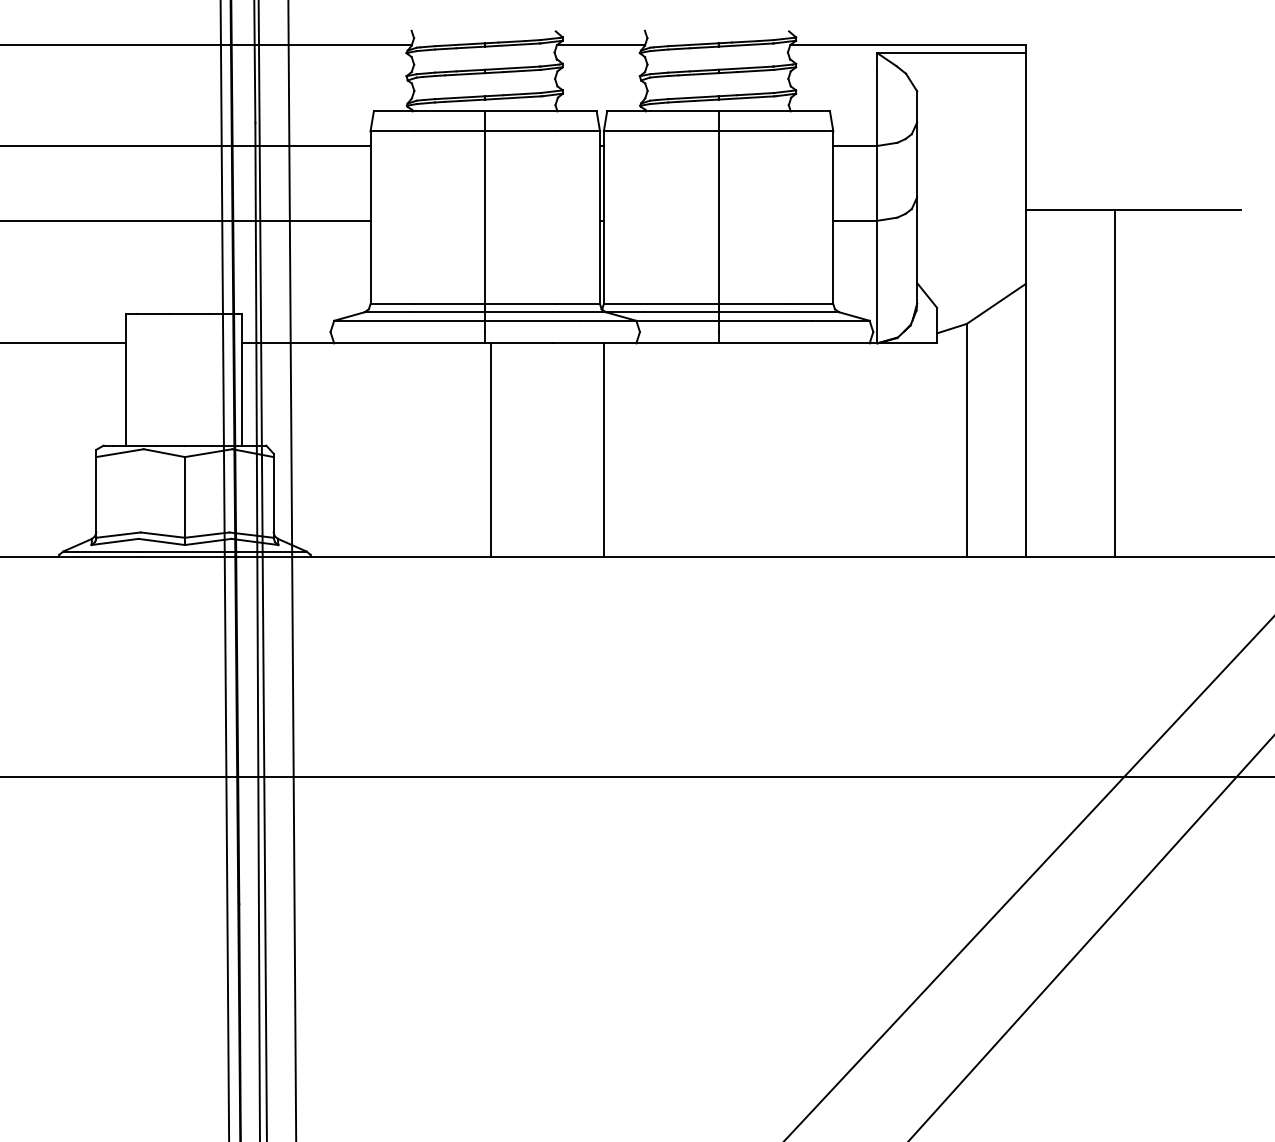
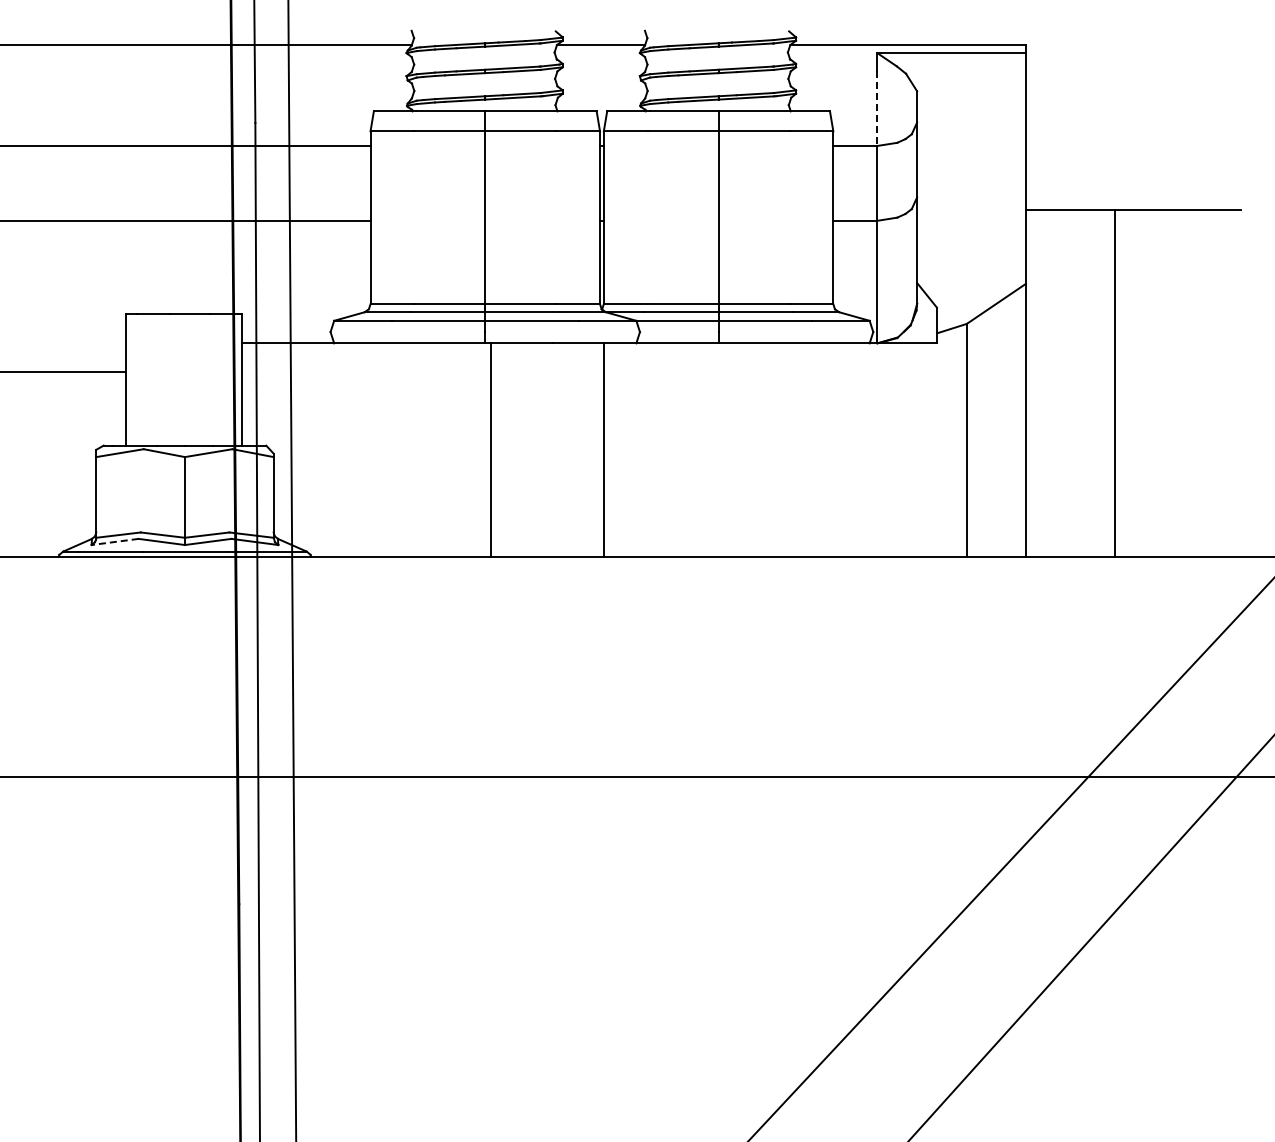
line at (877, 109): solid -> dashed
line at (64, 343) position: (64, 343) -> (64, 372)
line at (115, 541): solid -> dashed
line at (224, 570): present -> none
line at (262, 570): present -> none
line at (1028, 878) position: (1028, 878) -> (1010, 859)
